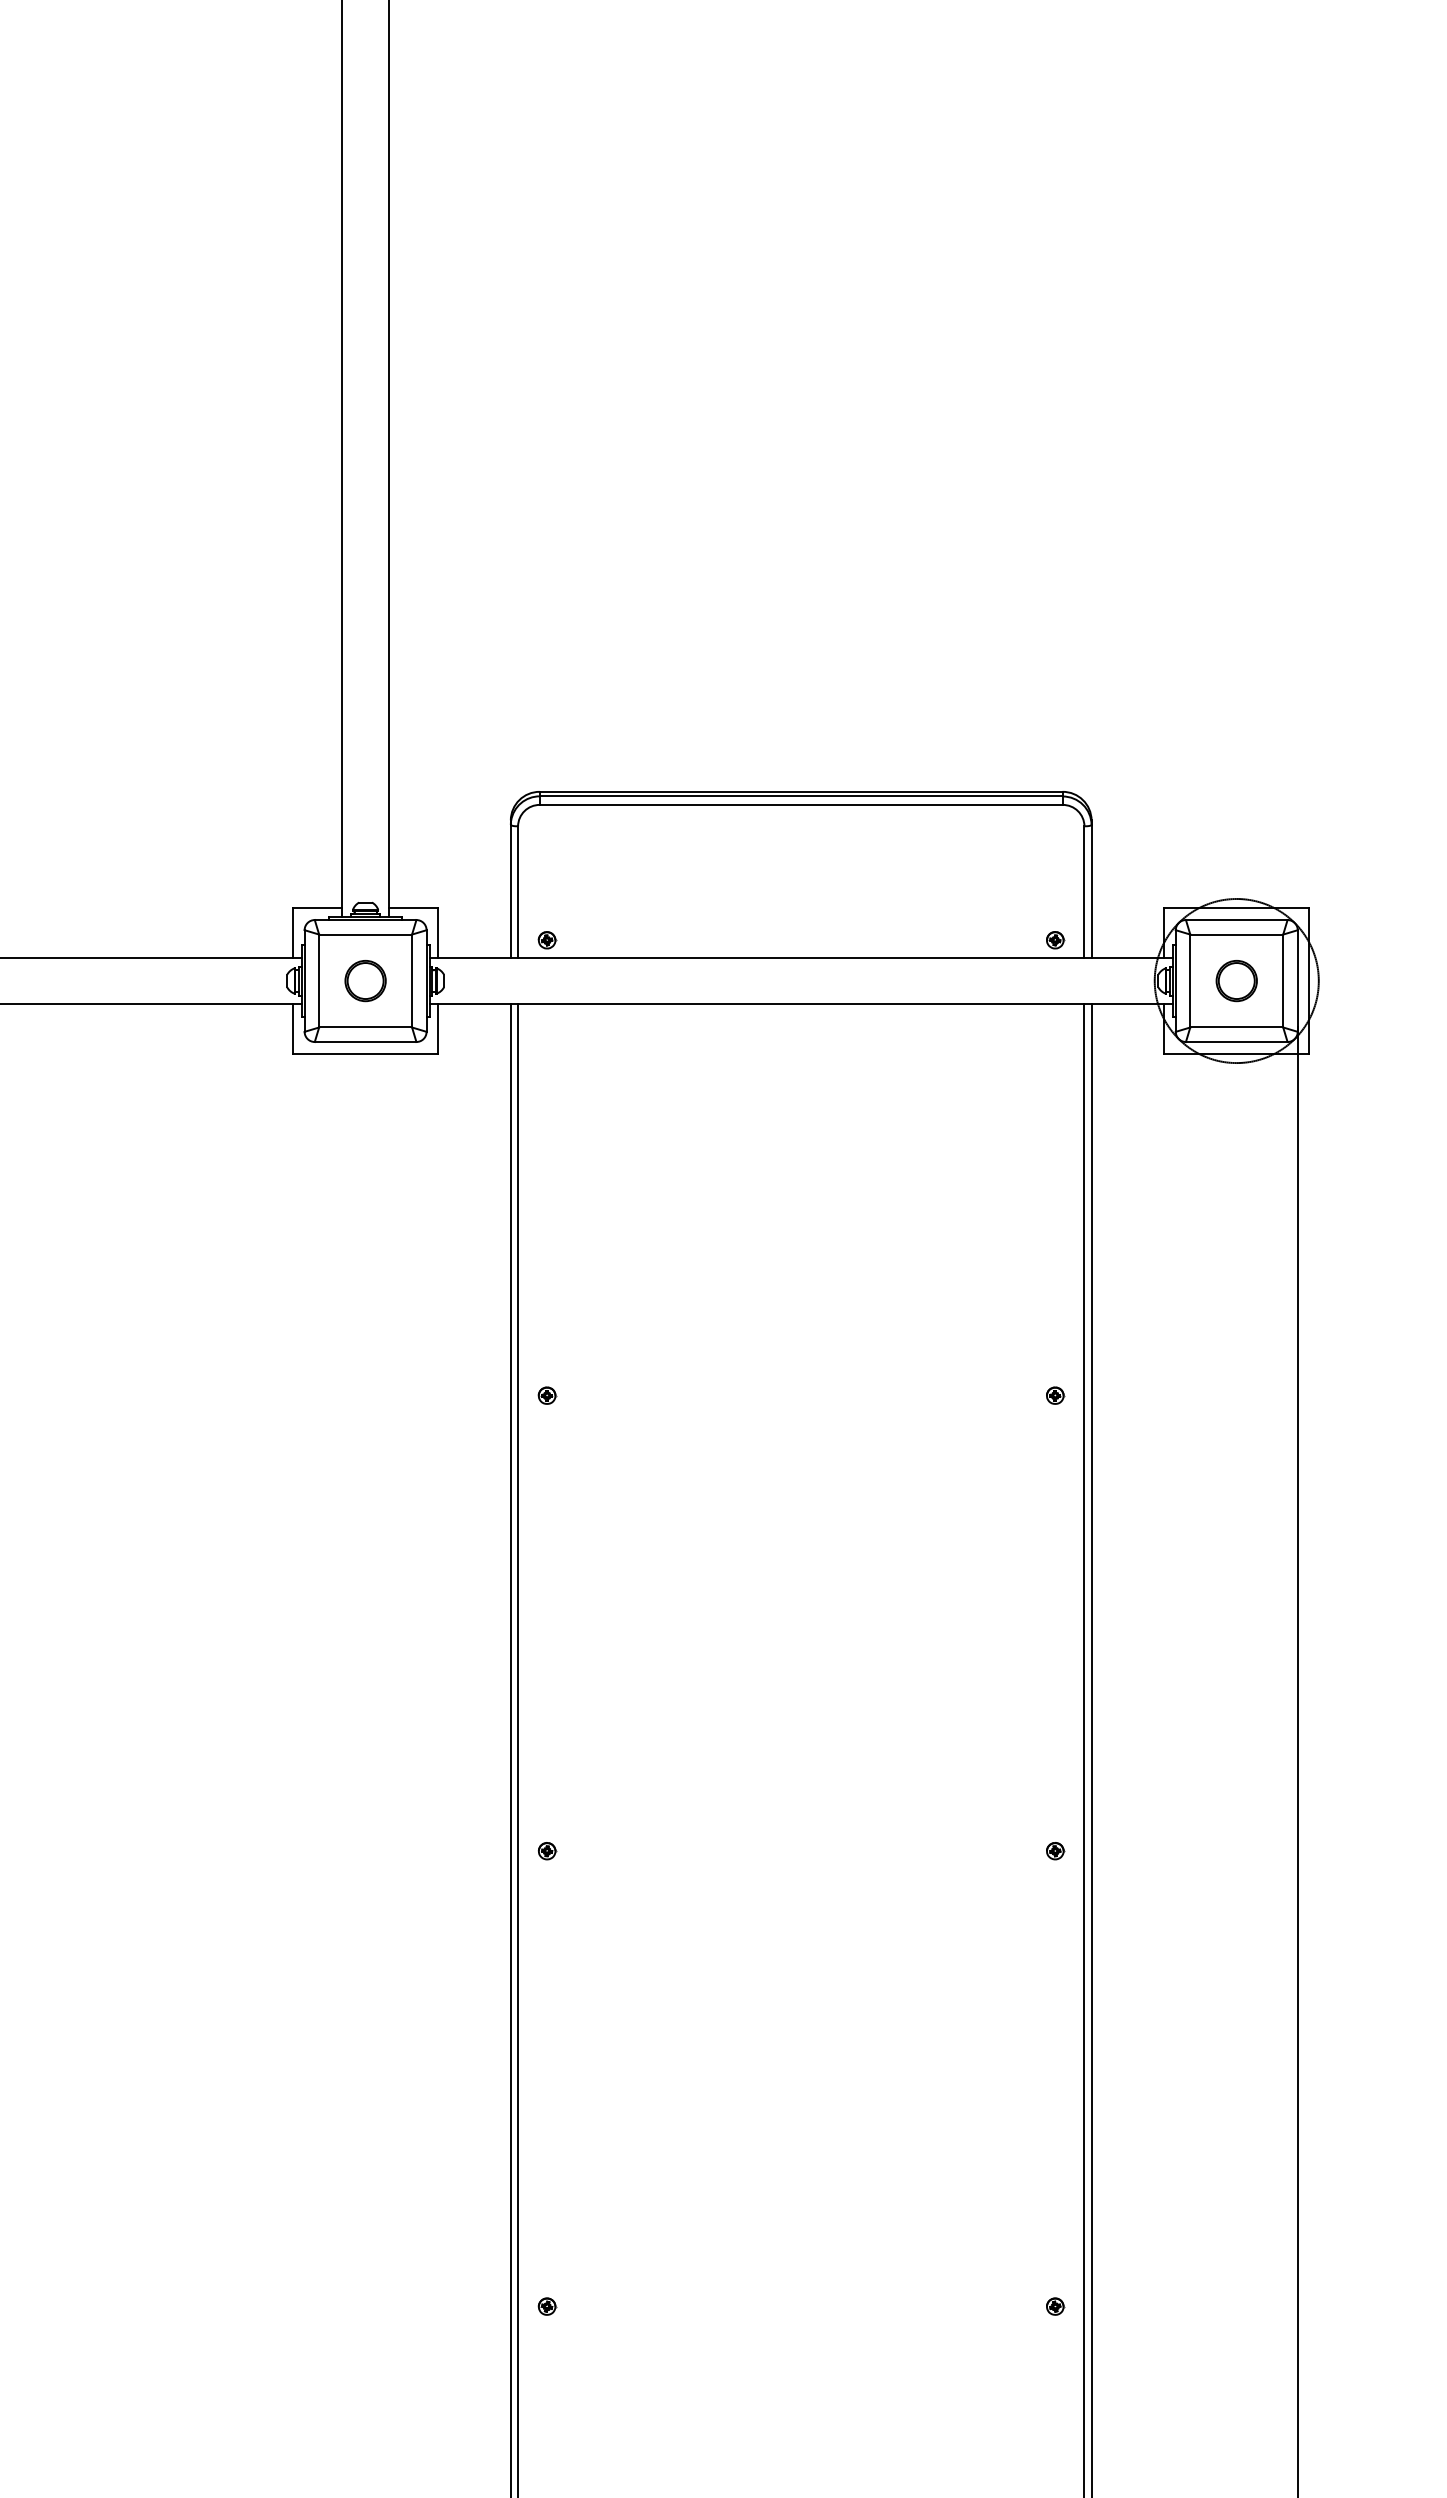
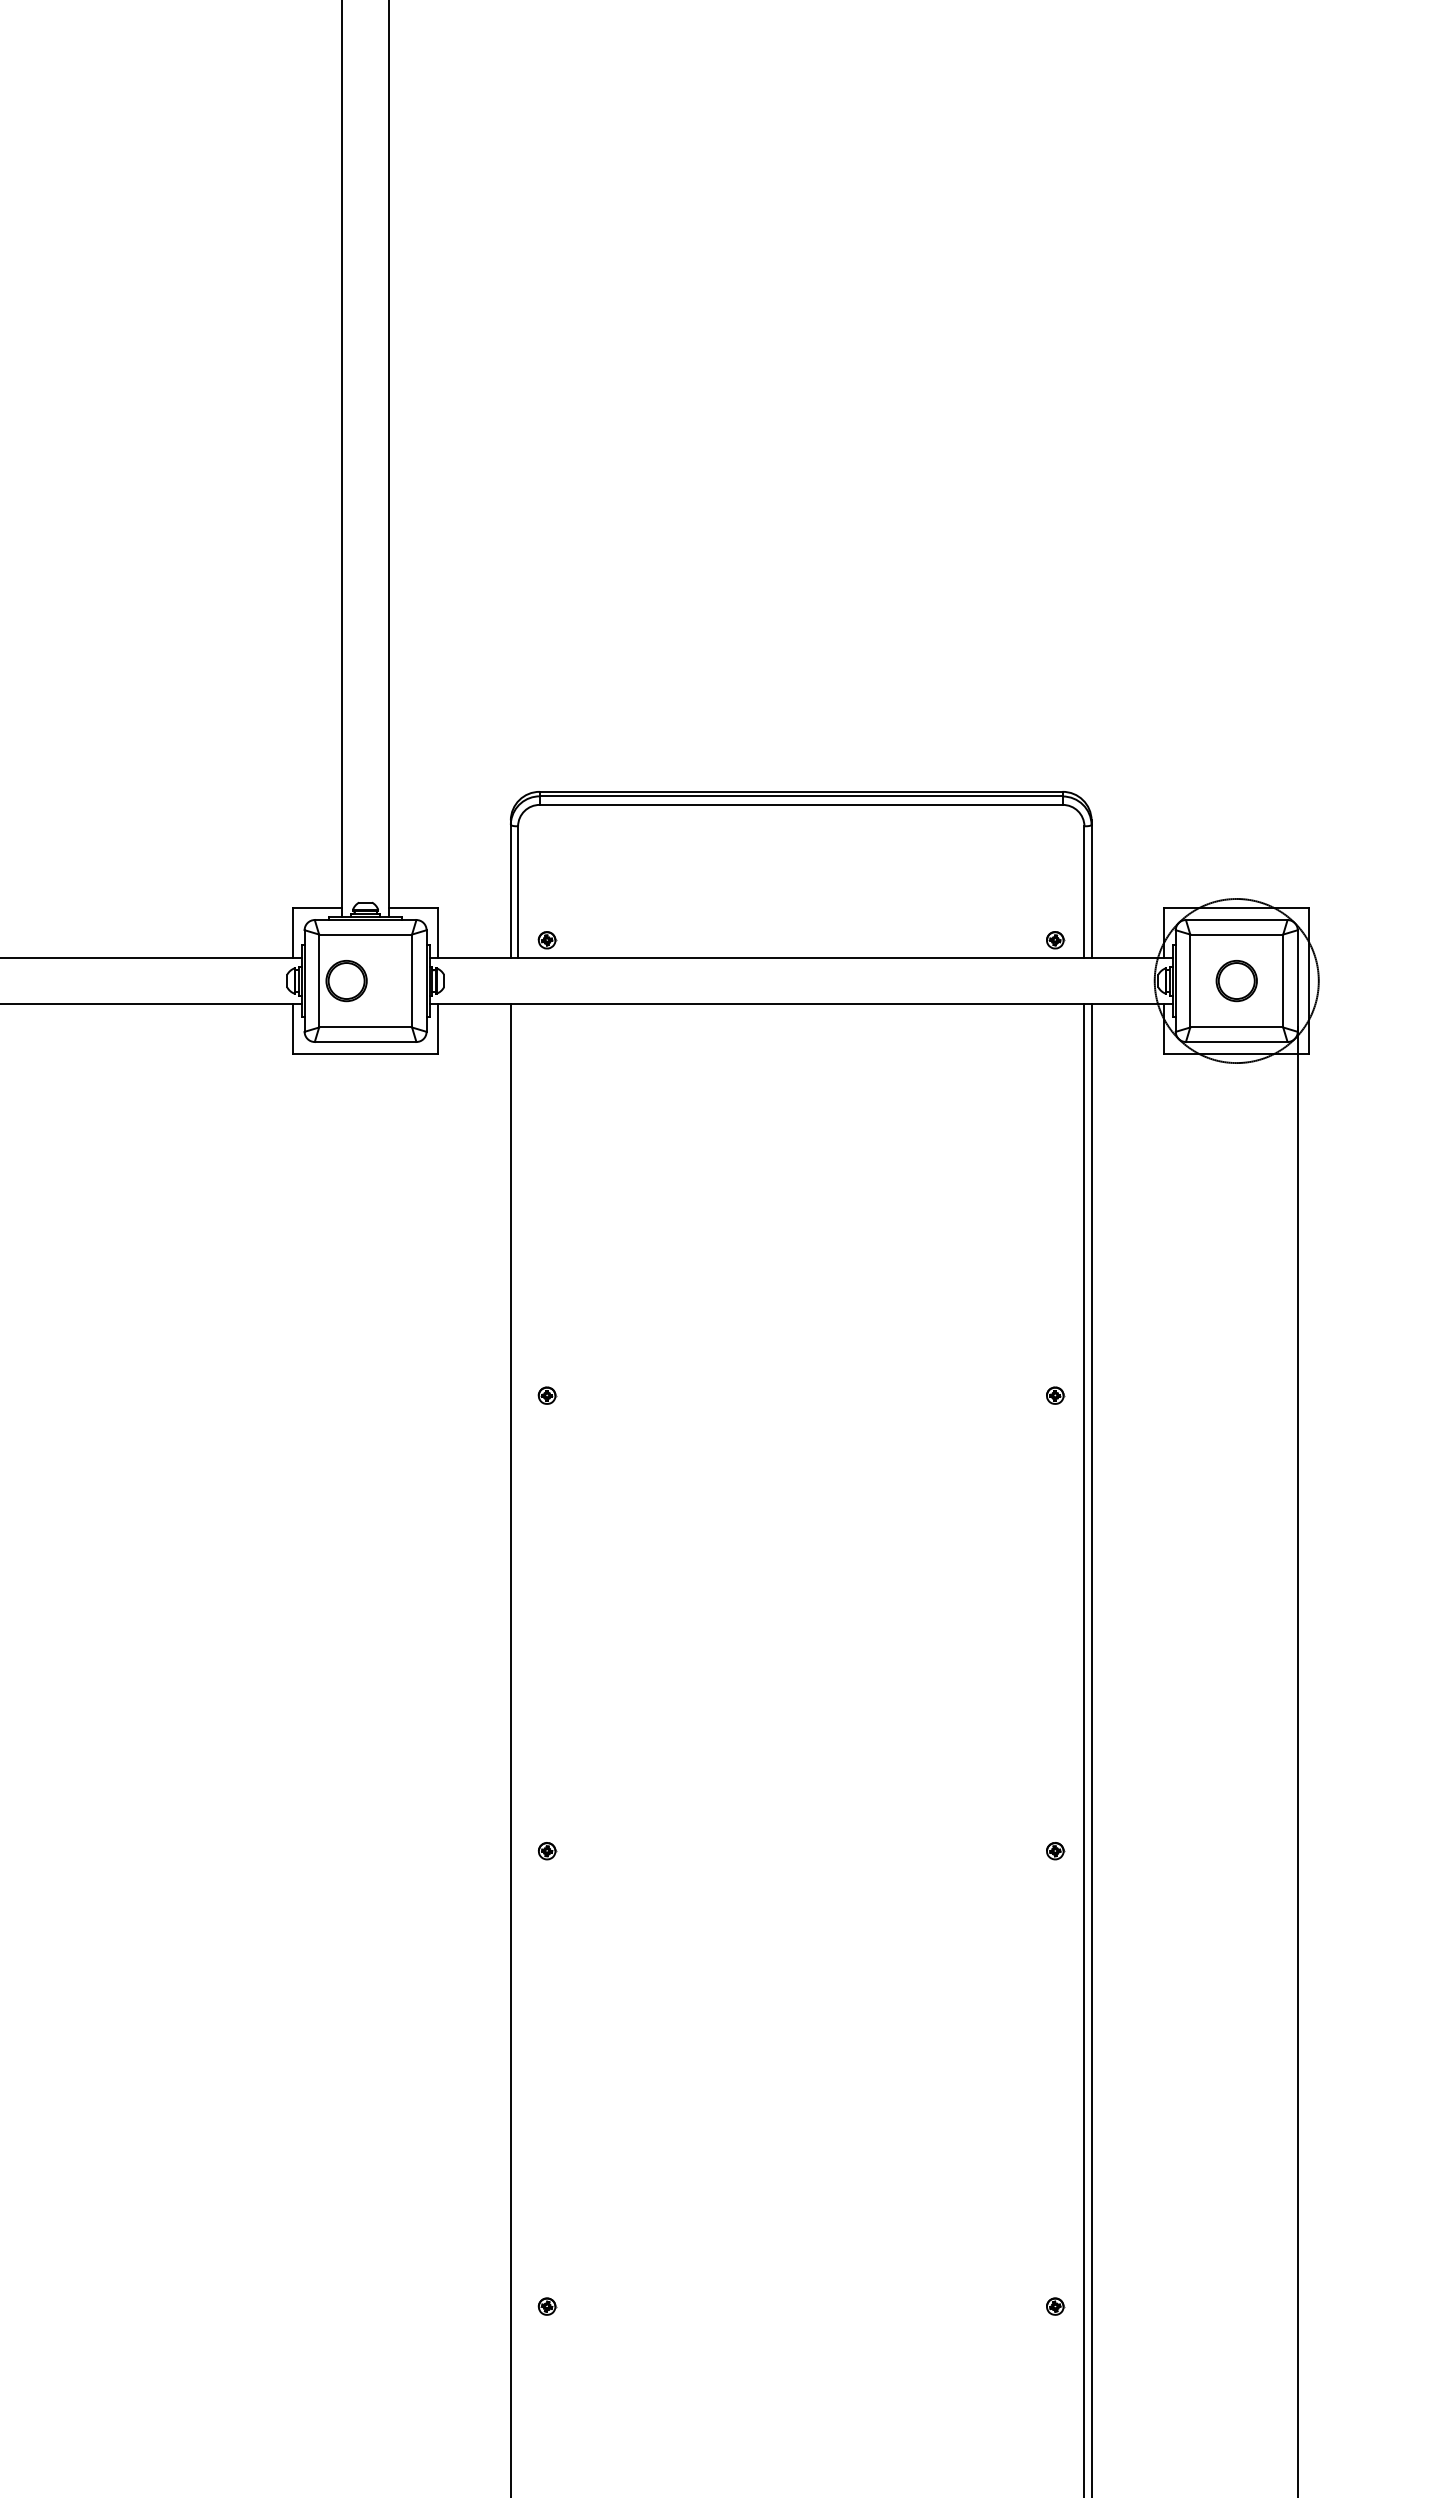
part at (365, 981) position: (365, 981) -> (346, 981)
line at (518, 1749): present -> none
